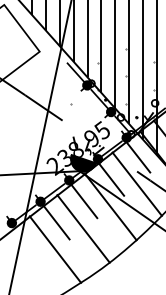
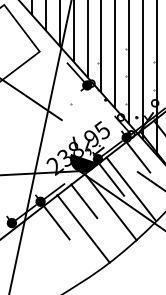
fill at (103, 103): present -> none
fill at (78, 173): present -> none
line at (136, 183) position: (136, 183) -> (130, 188)
line at (55, 249): present -> none
